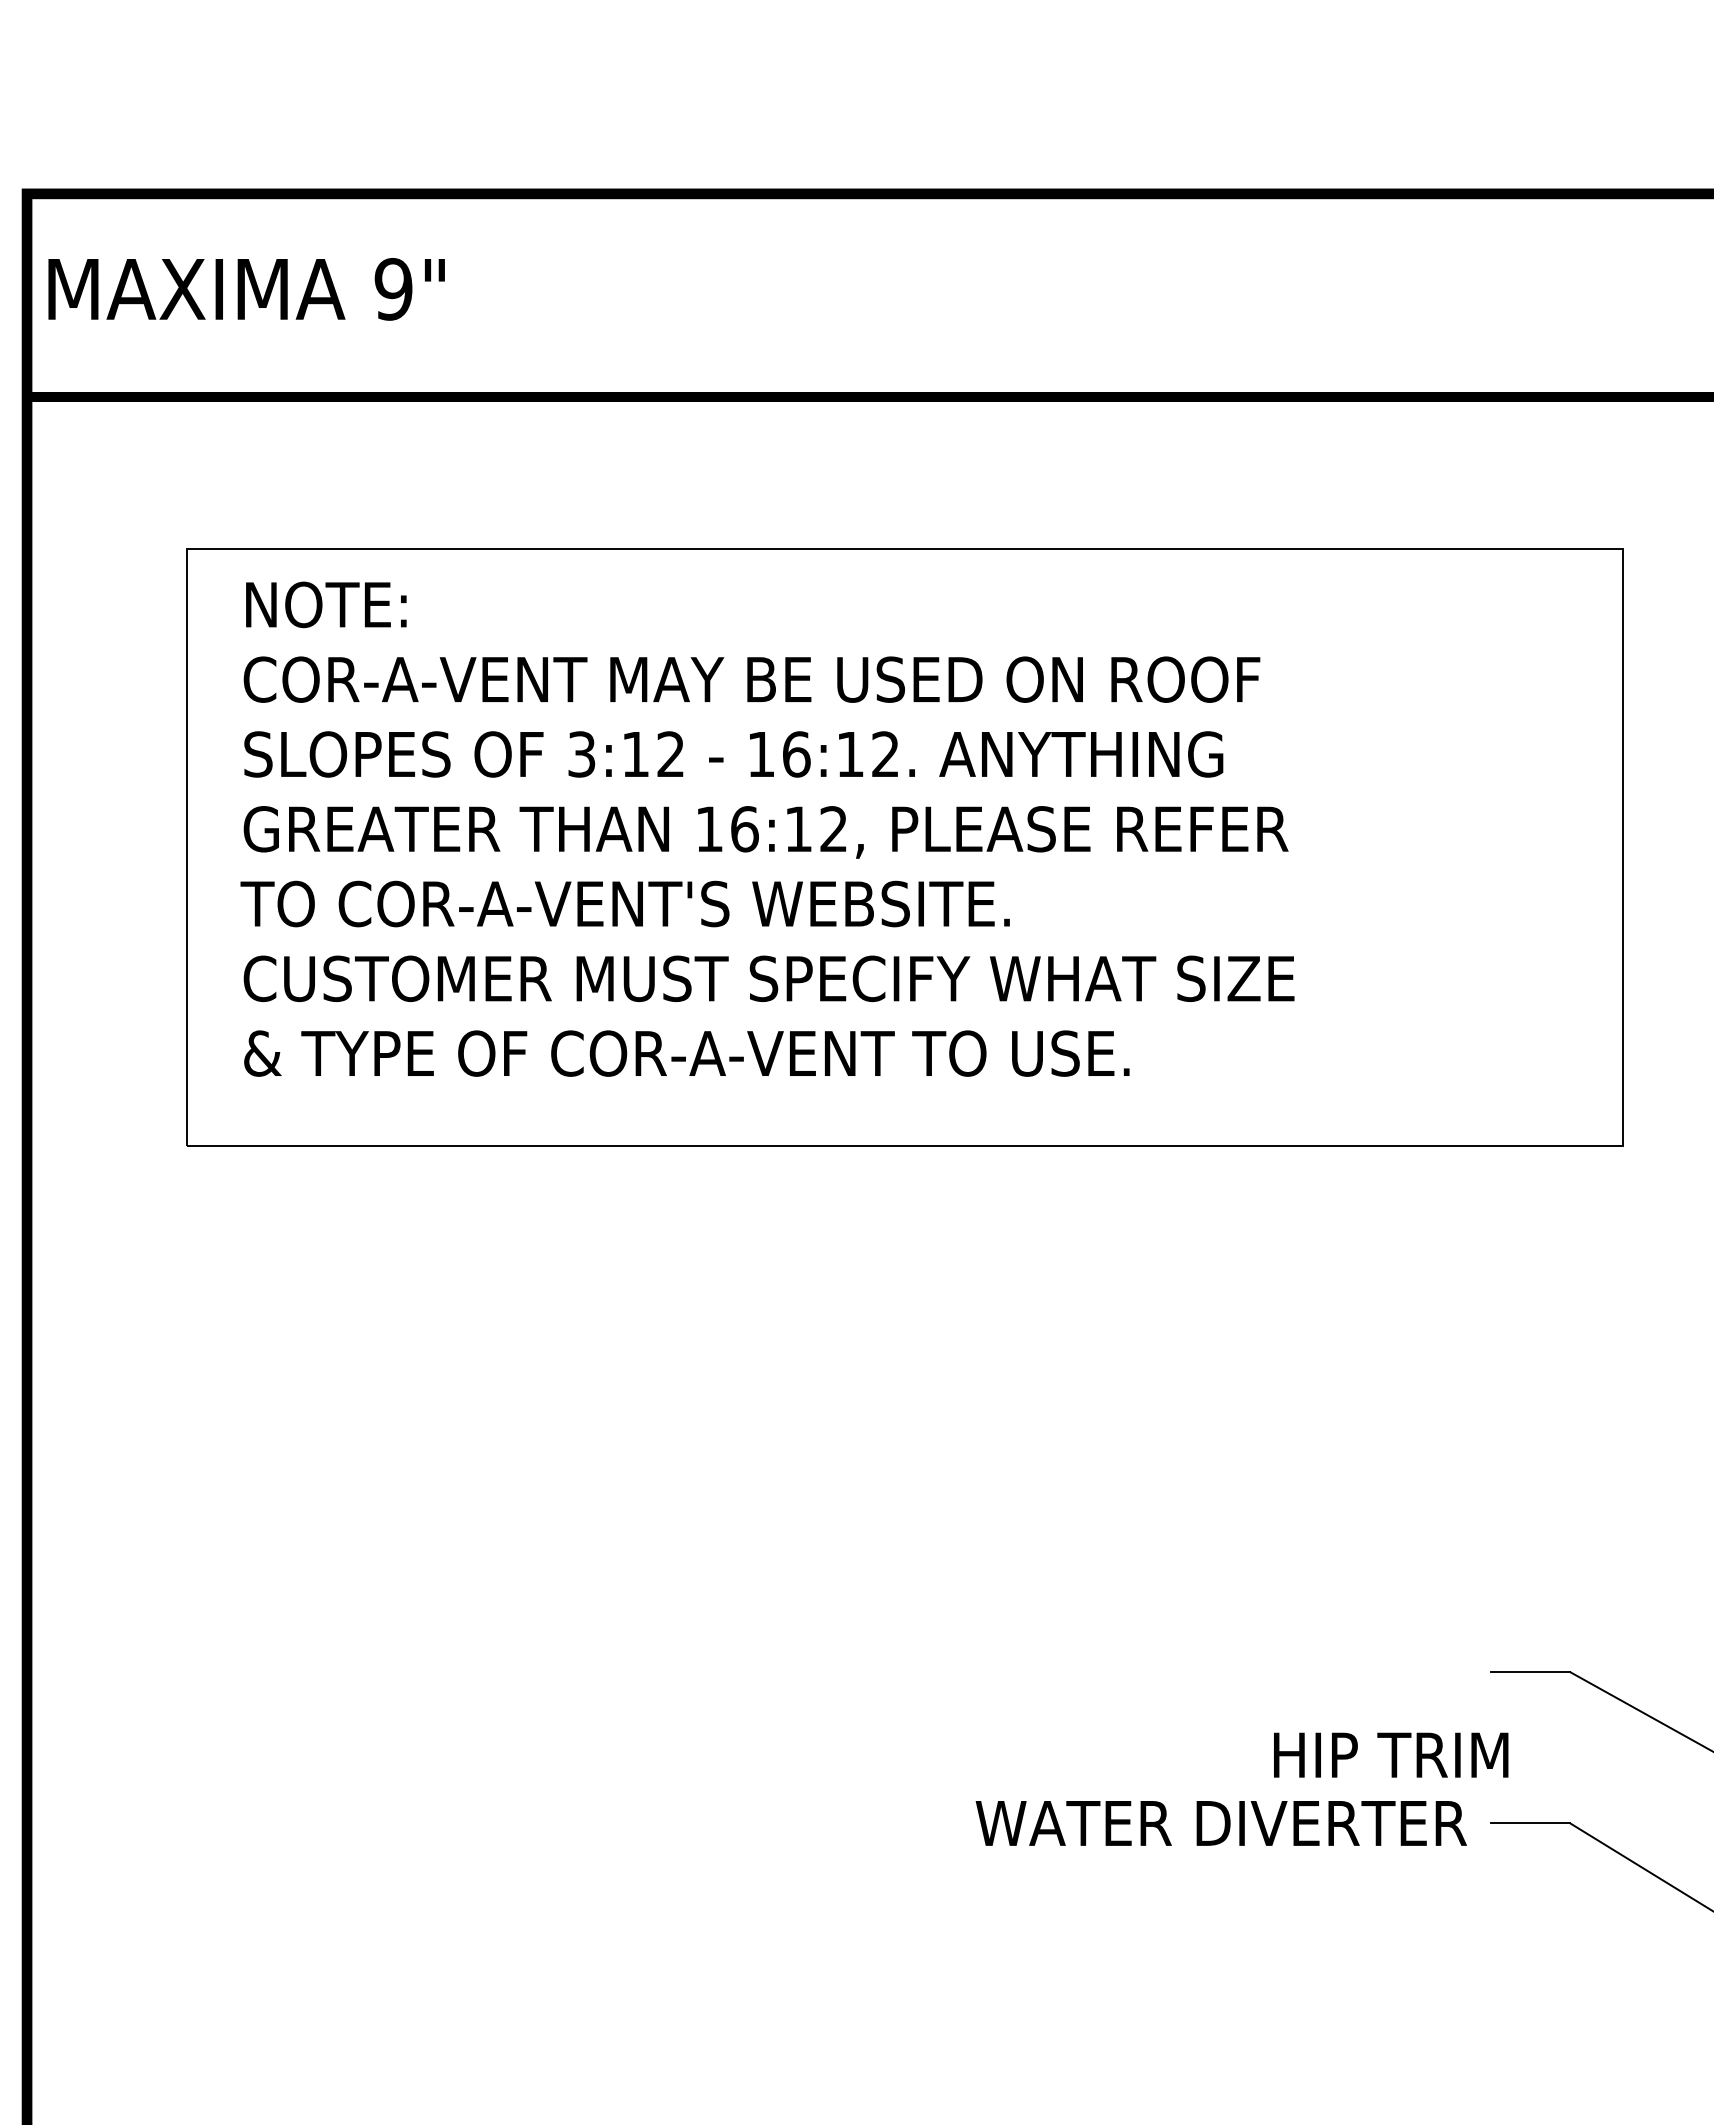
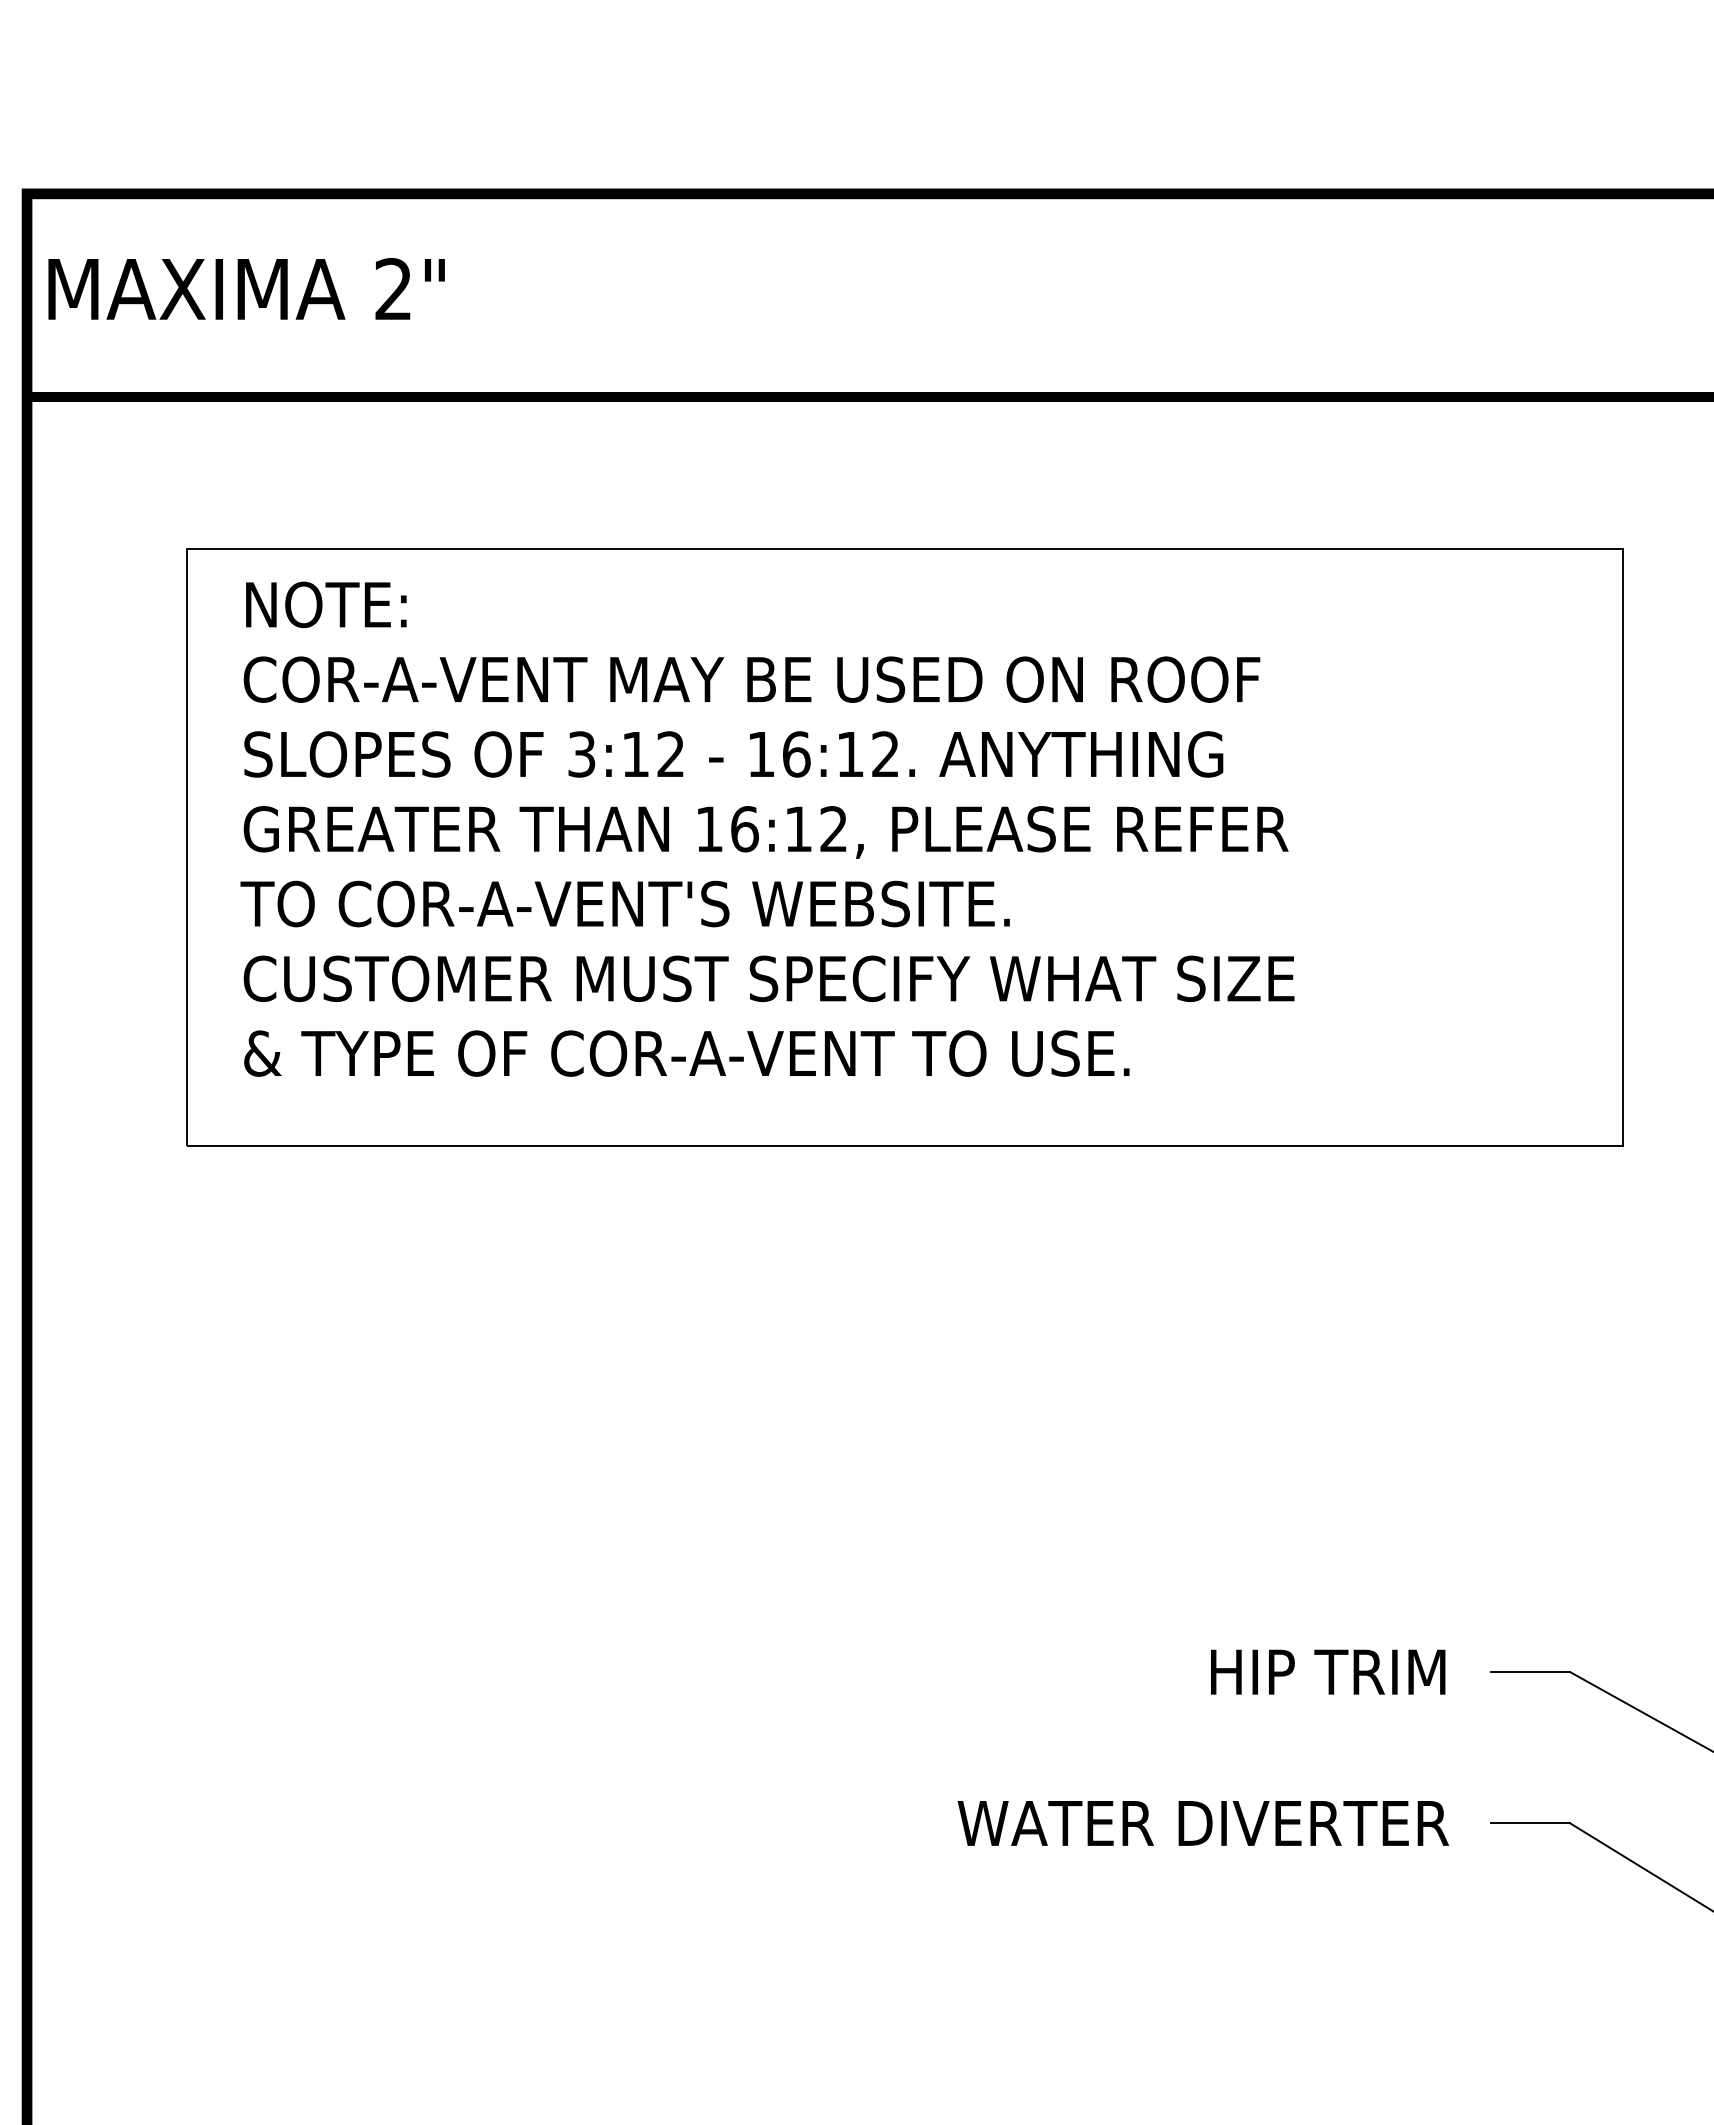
text at (393, 289): 9" -> 2"
text at (1391, 1754) position: (1391, 1754) -> (1328, 1671)
text at (1220, 1823) position: (1220, 1823) -> (1202, 1823)
